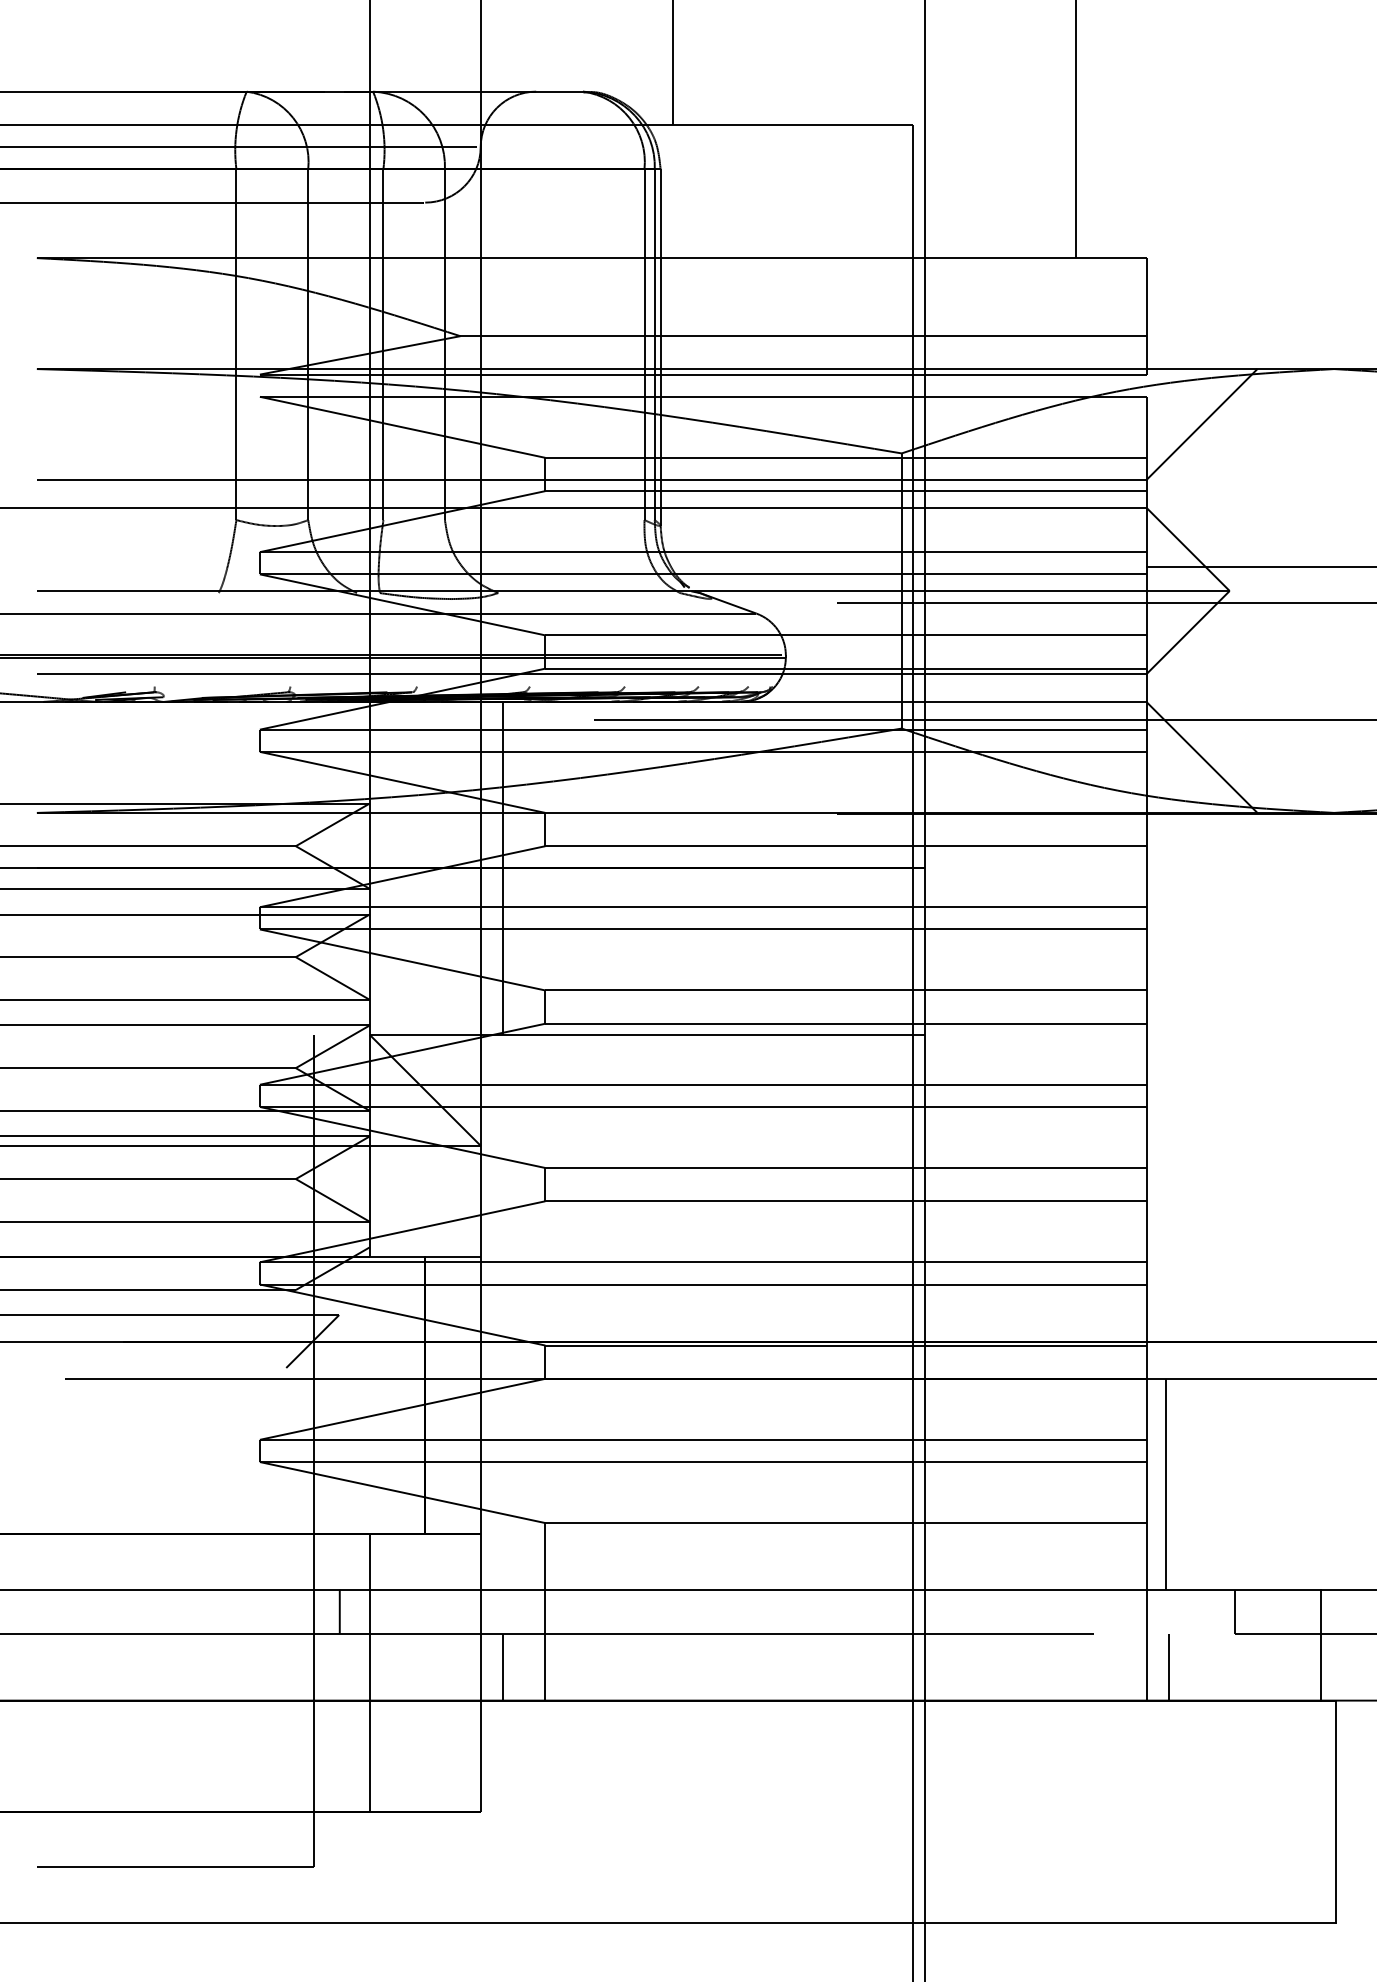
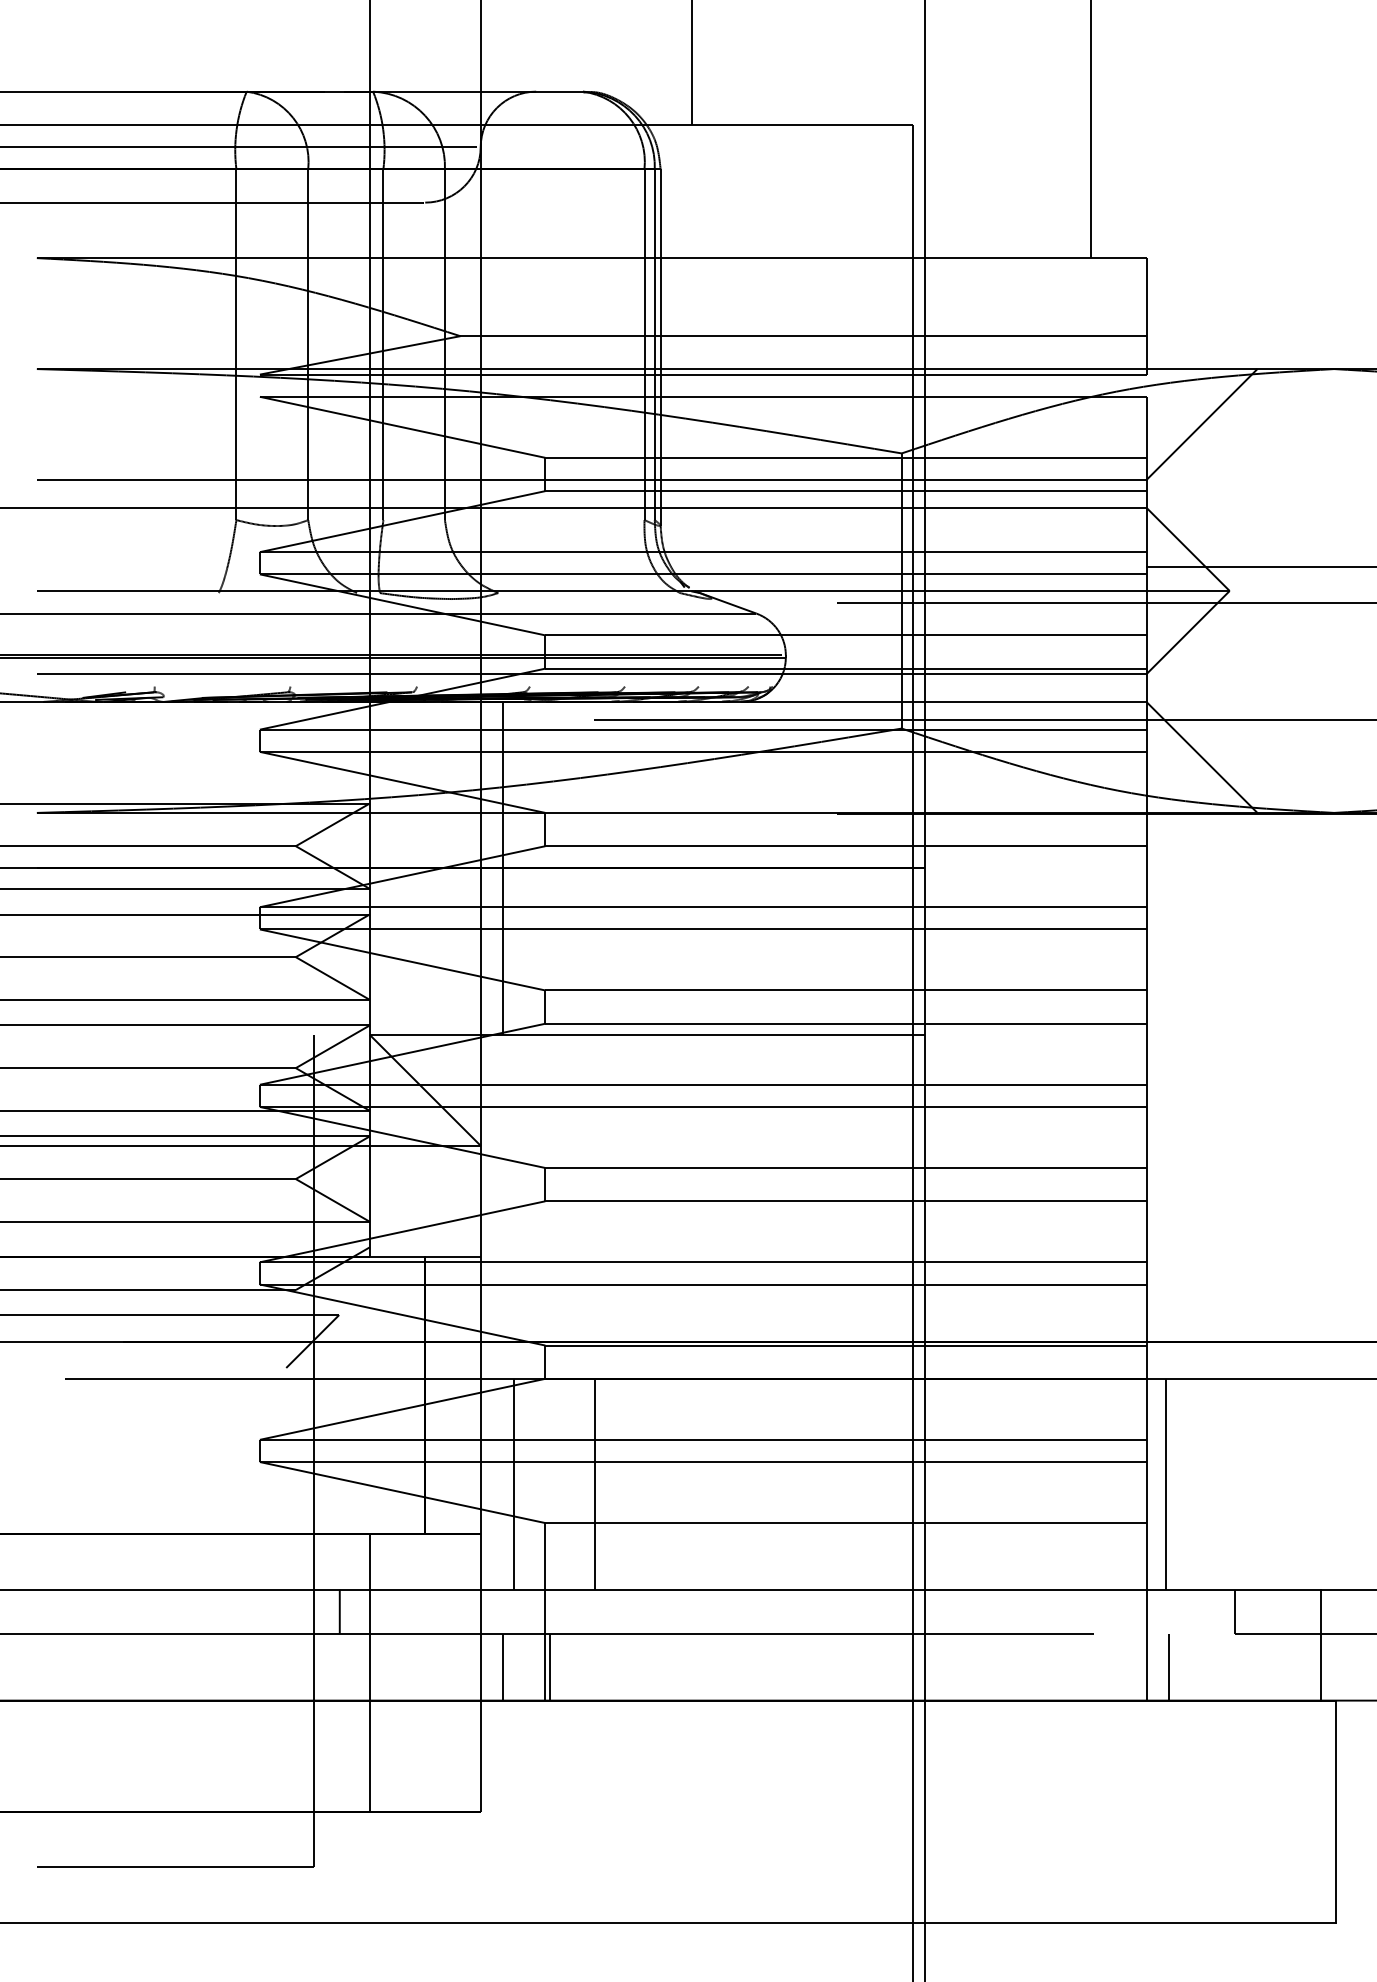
line at (672, 63) position: (672, 63) -> (691, 63)
line at (1076, 130) position: (1076, 130) -> (1091, 130)
line at (513, 1484): none -> present
line at (594, 1484): none -> present
line at (550, 1667): none -> present
